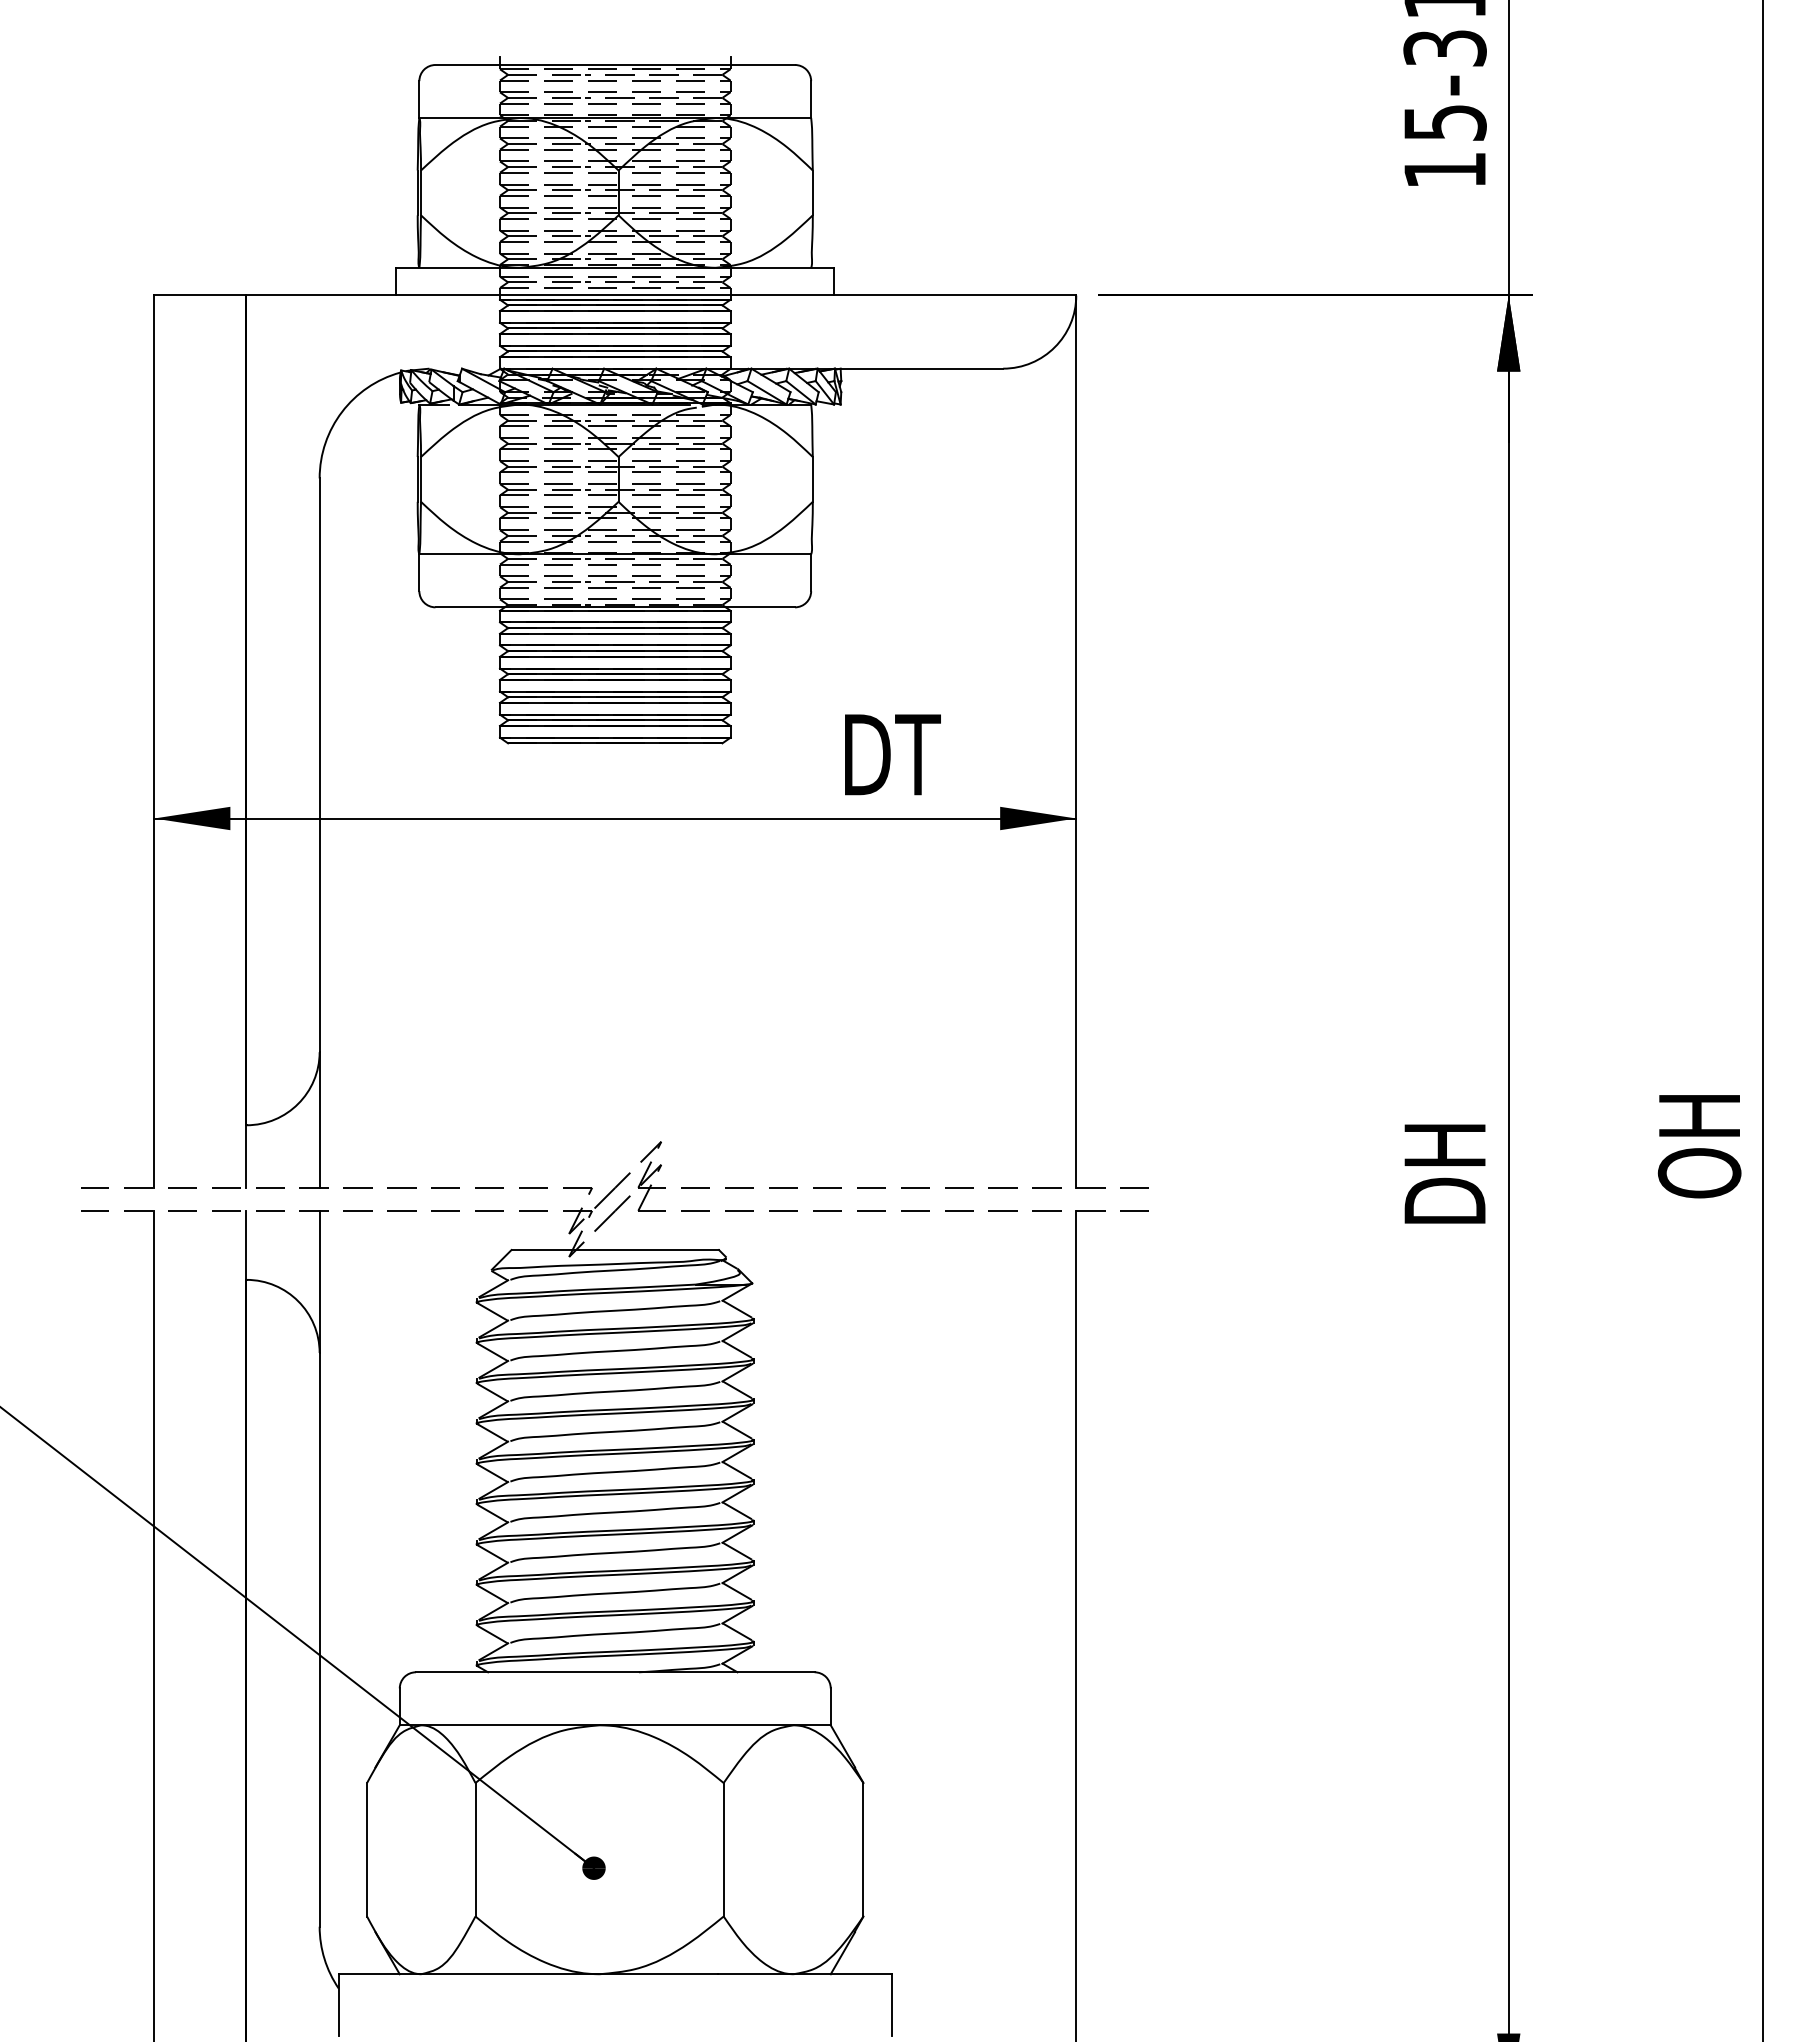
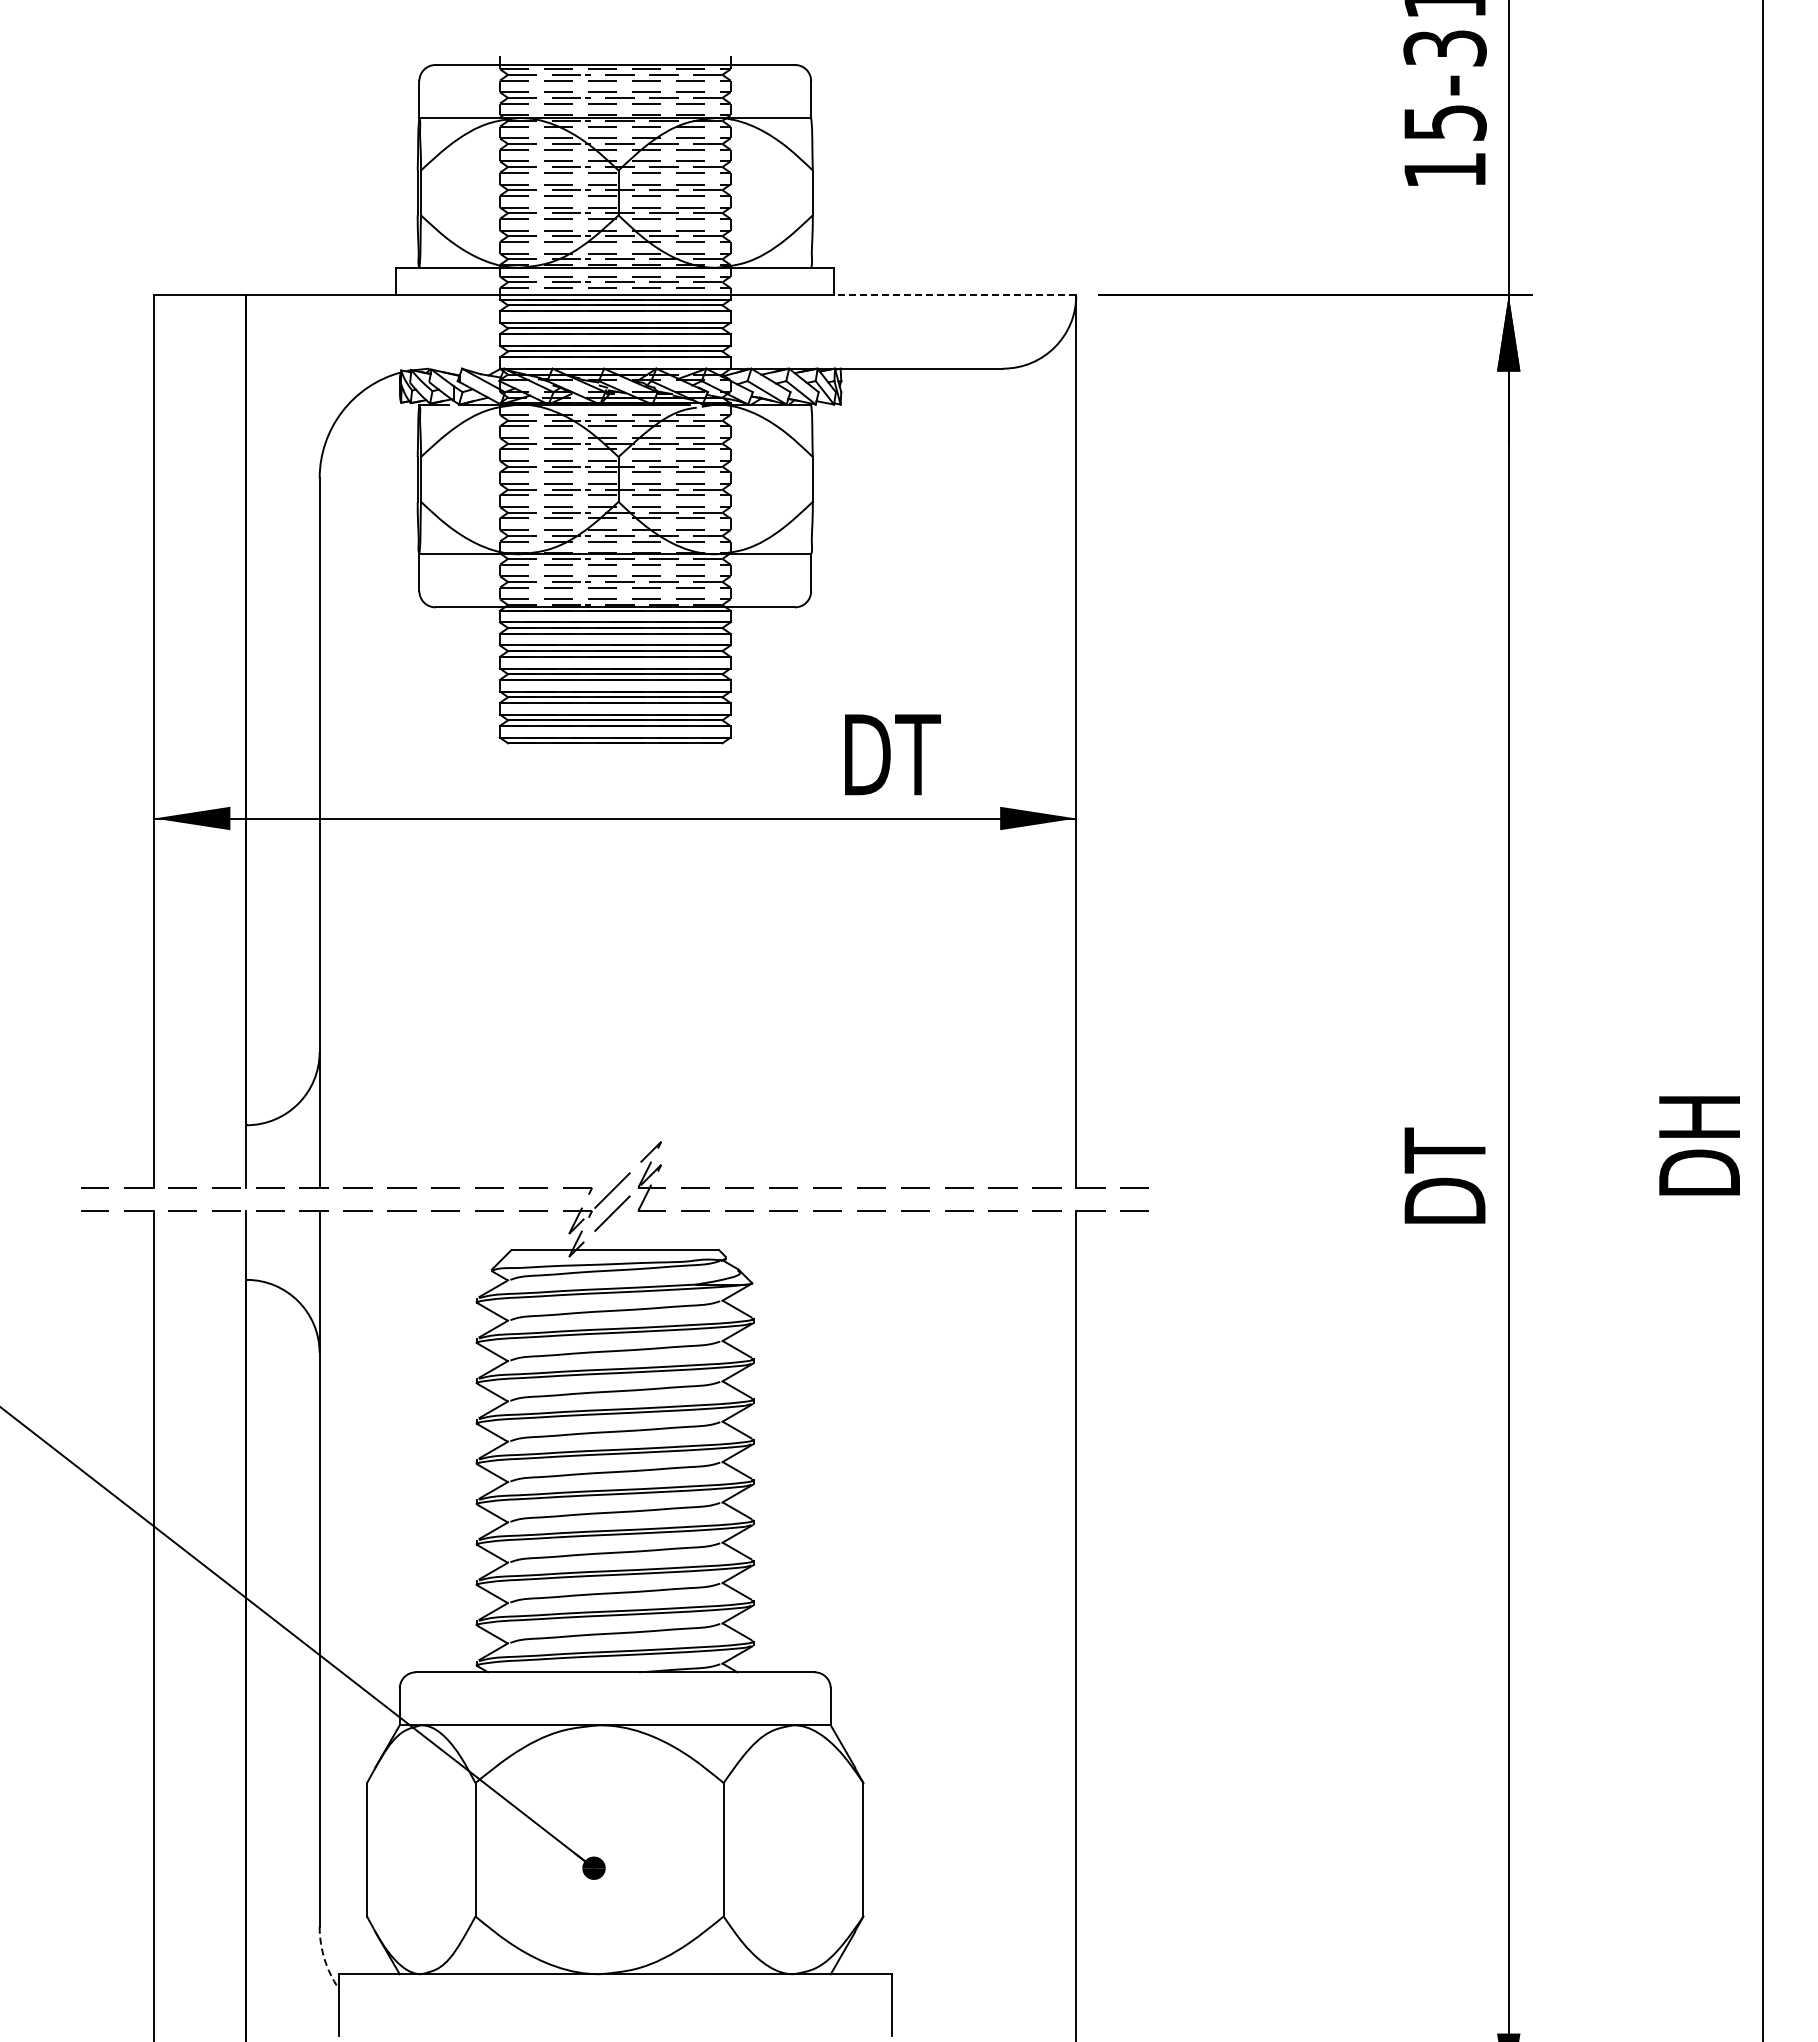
line at (954, 295): solid -> dashed
text at (1699, 1146): OH -> DH
text at (1444, 1148): DH -> DT
arc at (324, 1959): solid -> dashed
